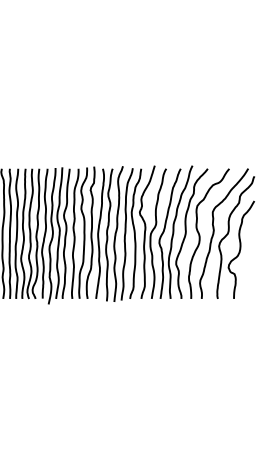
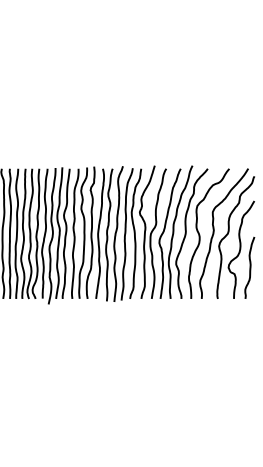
curve at (249, 267): none -> present
